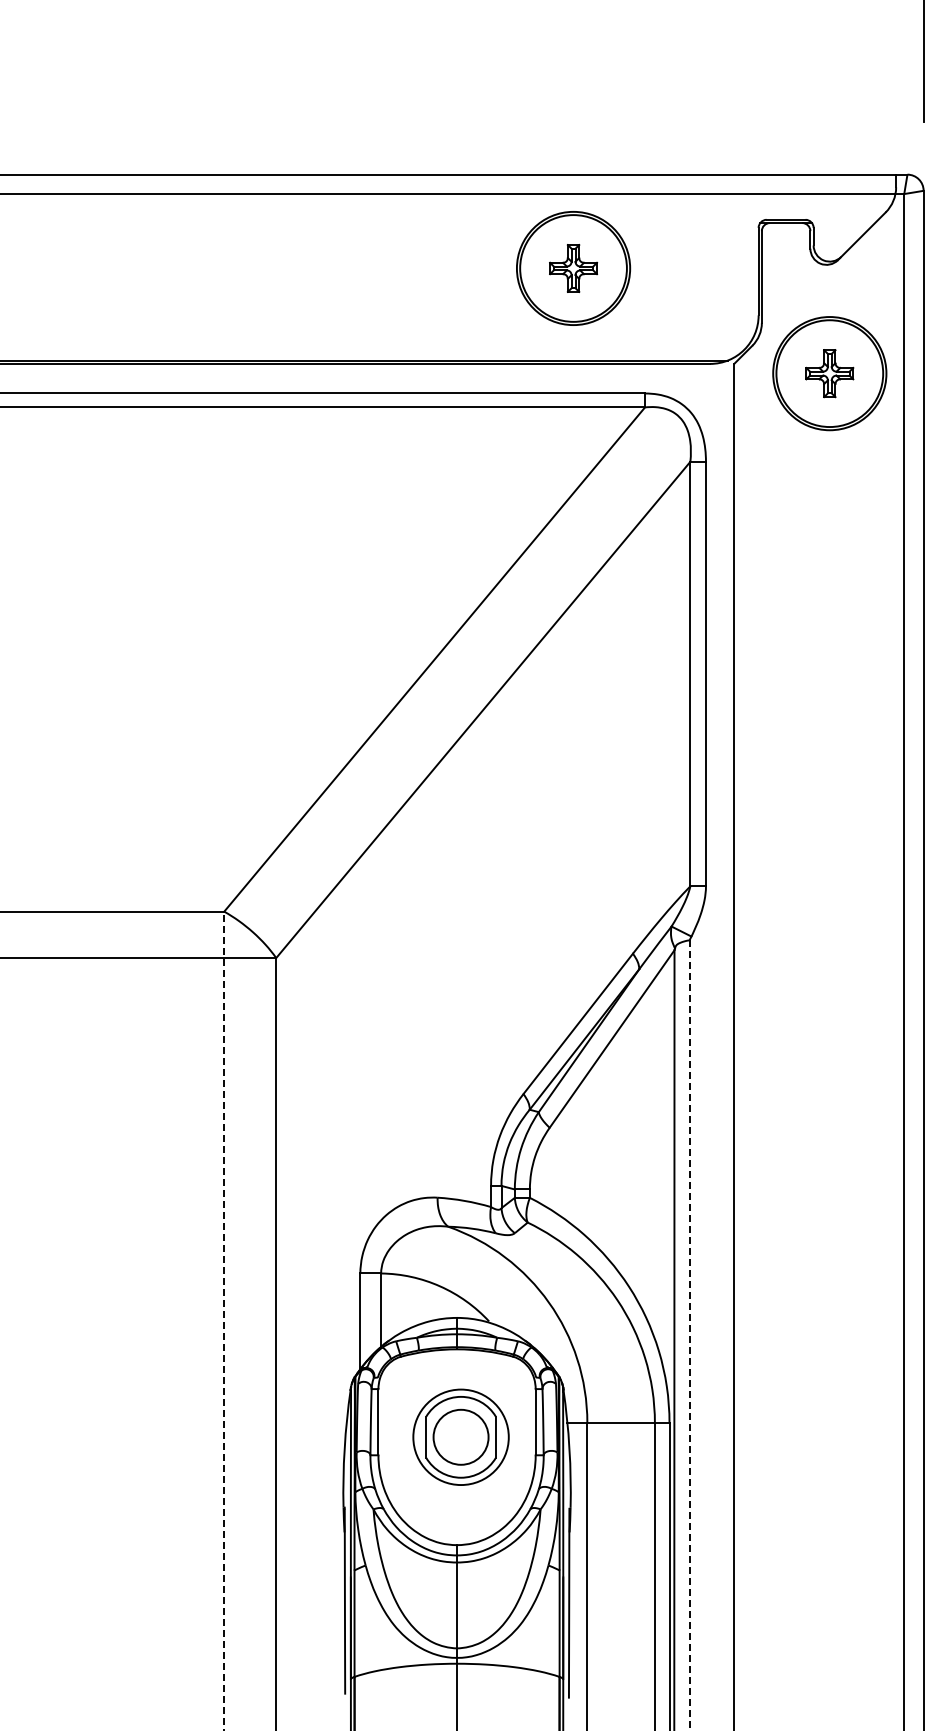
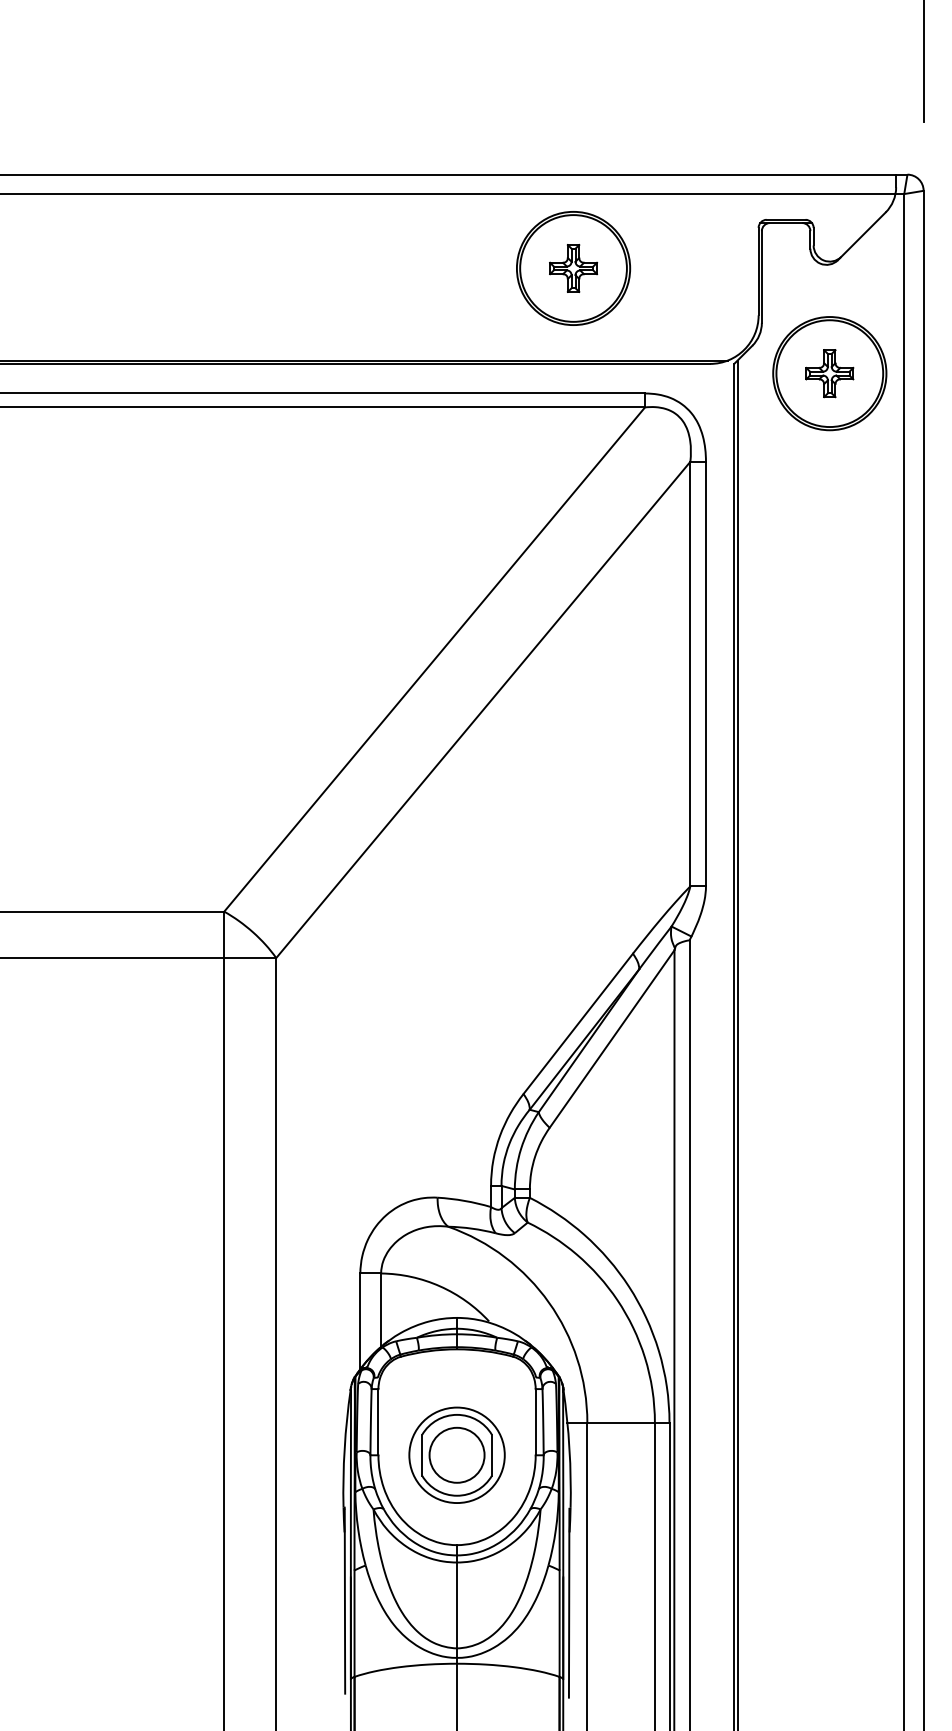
line at (737, 1043): none -> present
line at (224, 1321): dashed -> solid
line at (689, 1335): dashed -> solid
part at (460, 1436) position: (460, 1436) -> (456, 1454)
